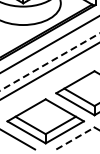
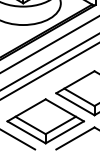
line at (50, 61): dashed -> solid
line at (75, 138): dashed -> solid
